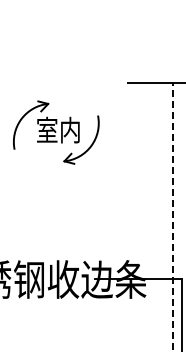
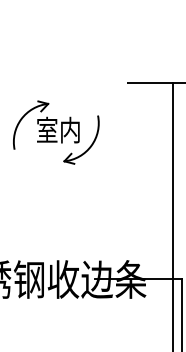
line at (172, 217): dashed -> solid
